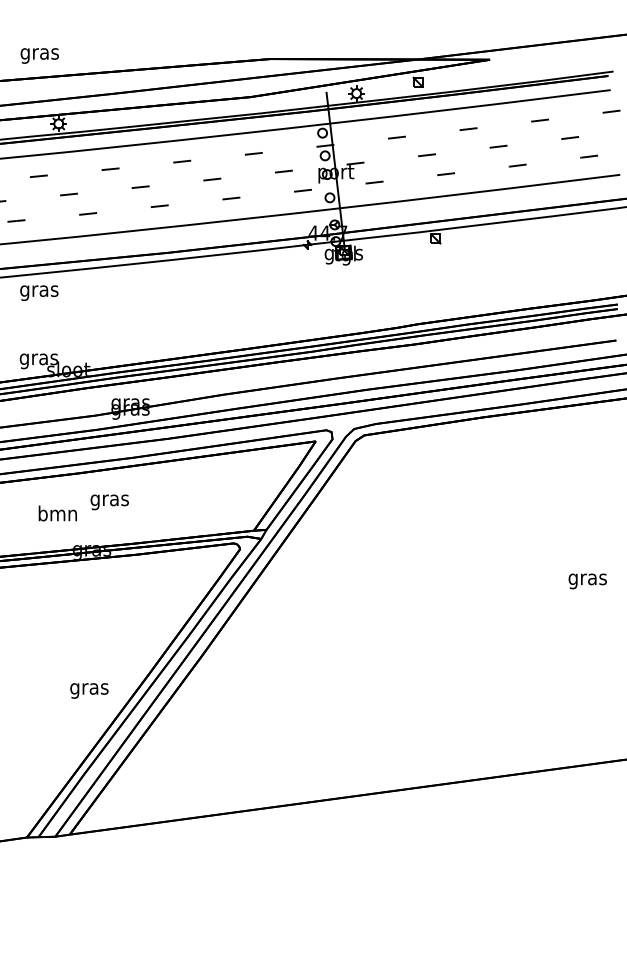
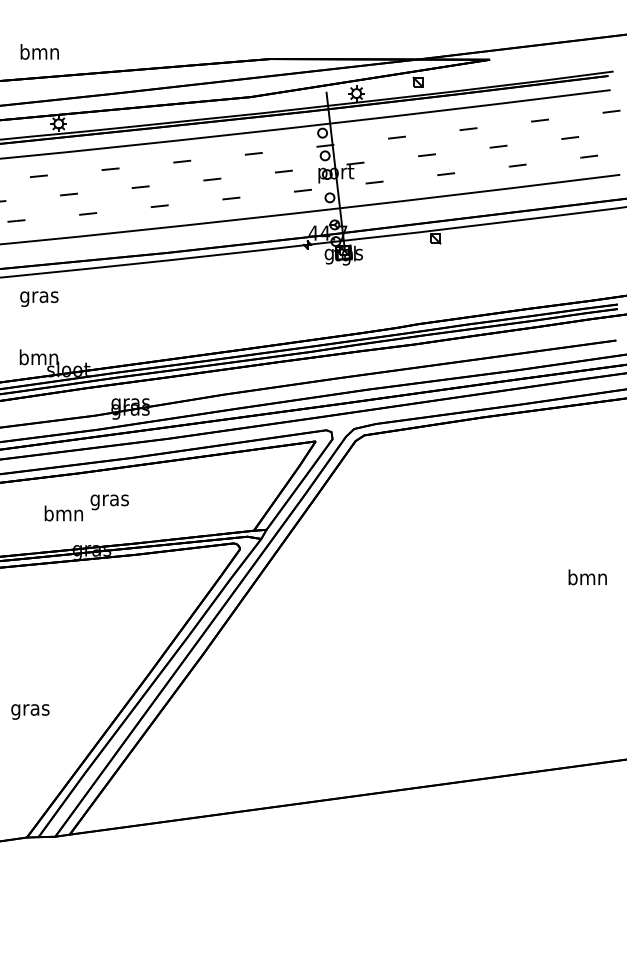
text at (39, 53): gras -> bmn
text at (39, 292) position: (39, 292) -> (39, 298)
text at (38, 359): gras -> bmn
text at (57, 513) position: (57, 513) -> (63, 513)
text at (587, 579): gras -> bmn
text at (89, 690) position: (89, 690) -> (30, 711)
